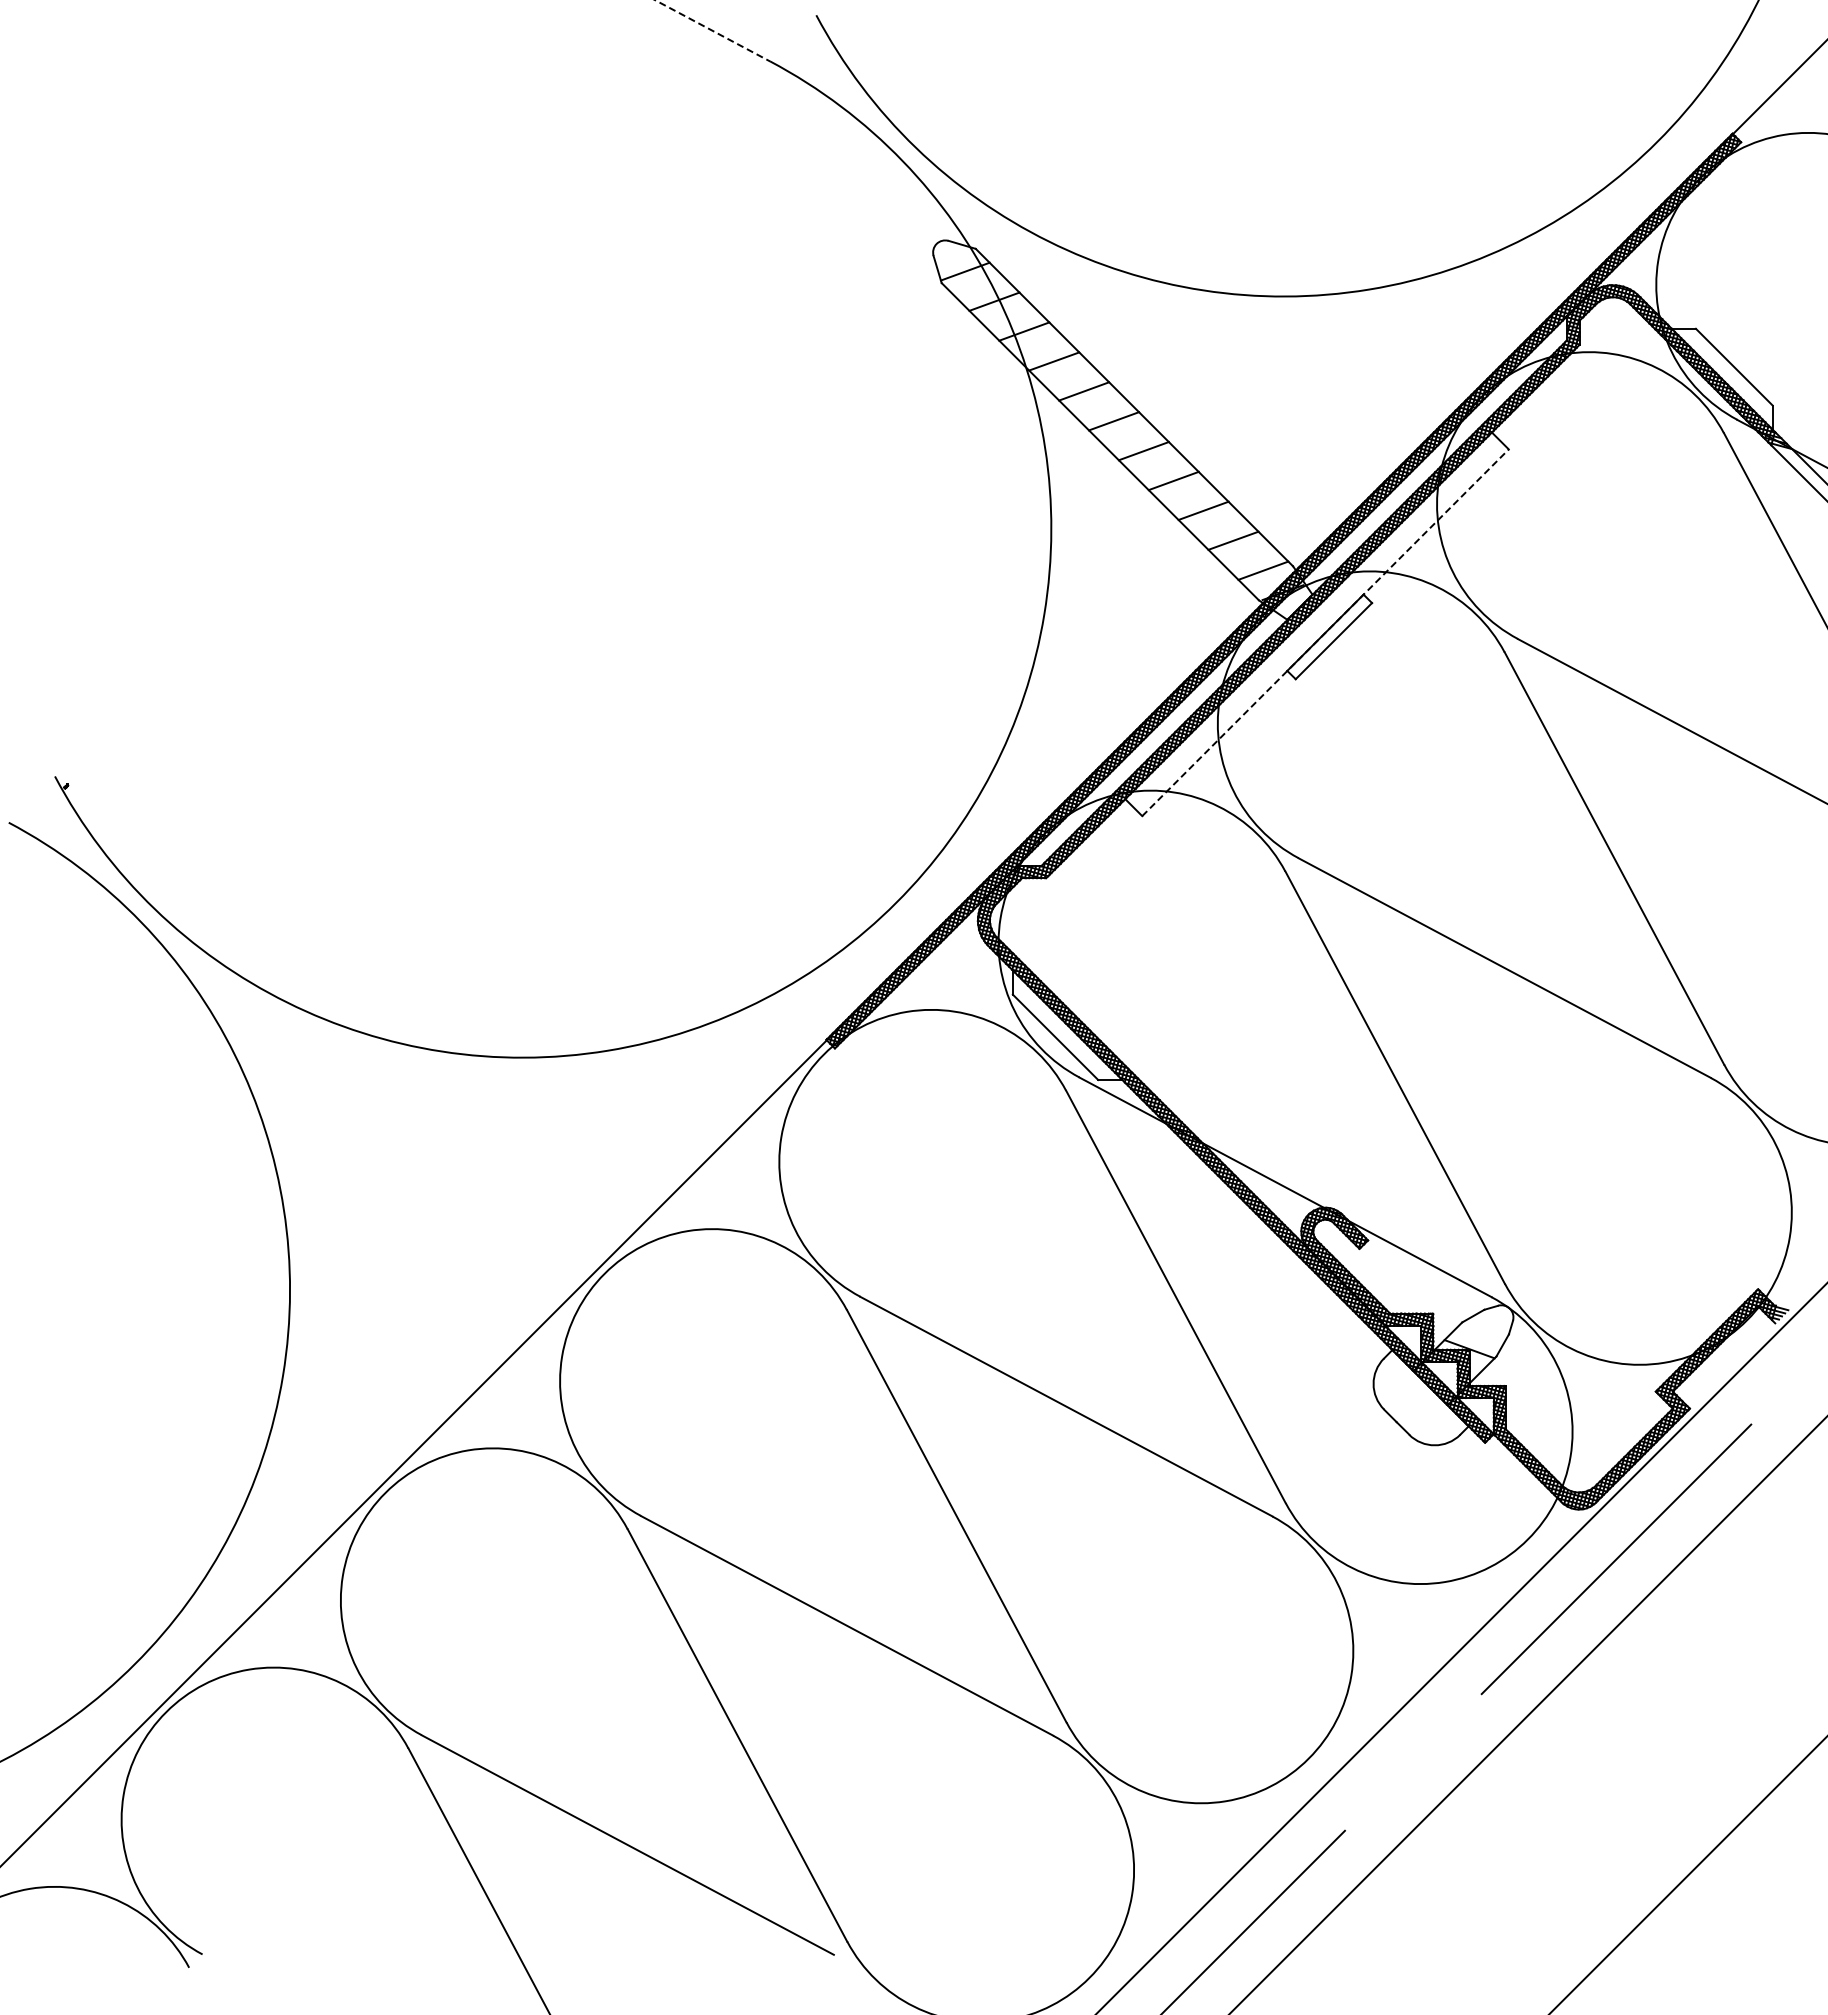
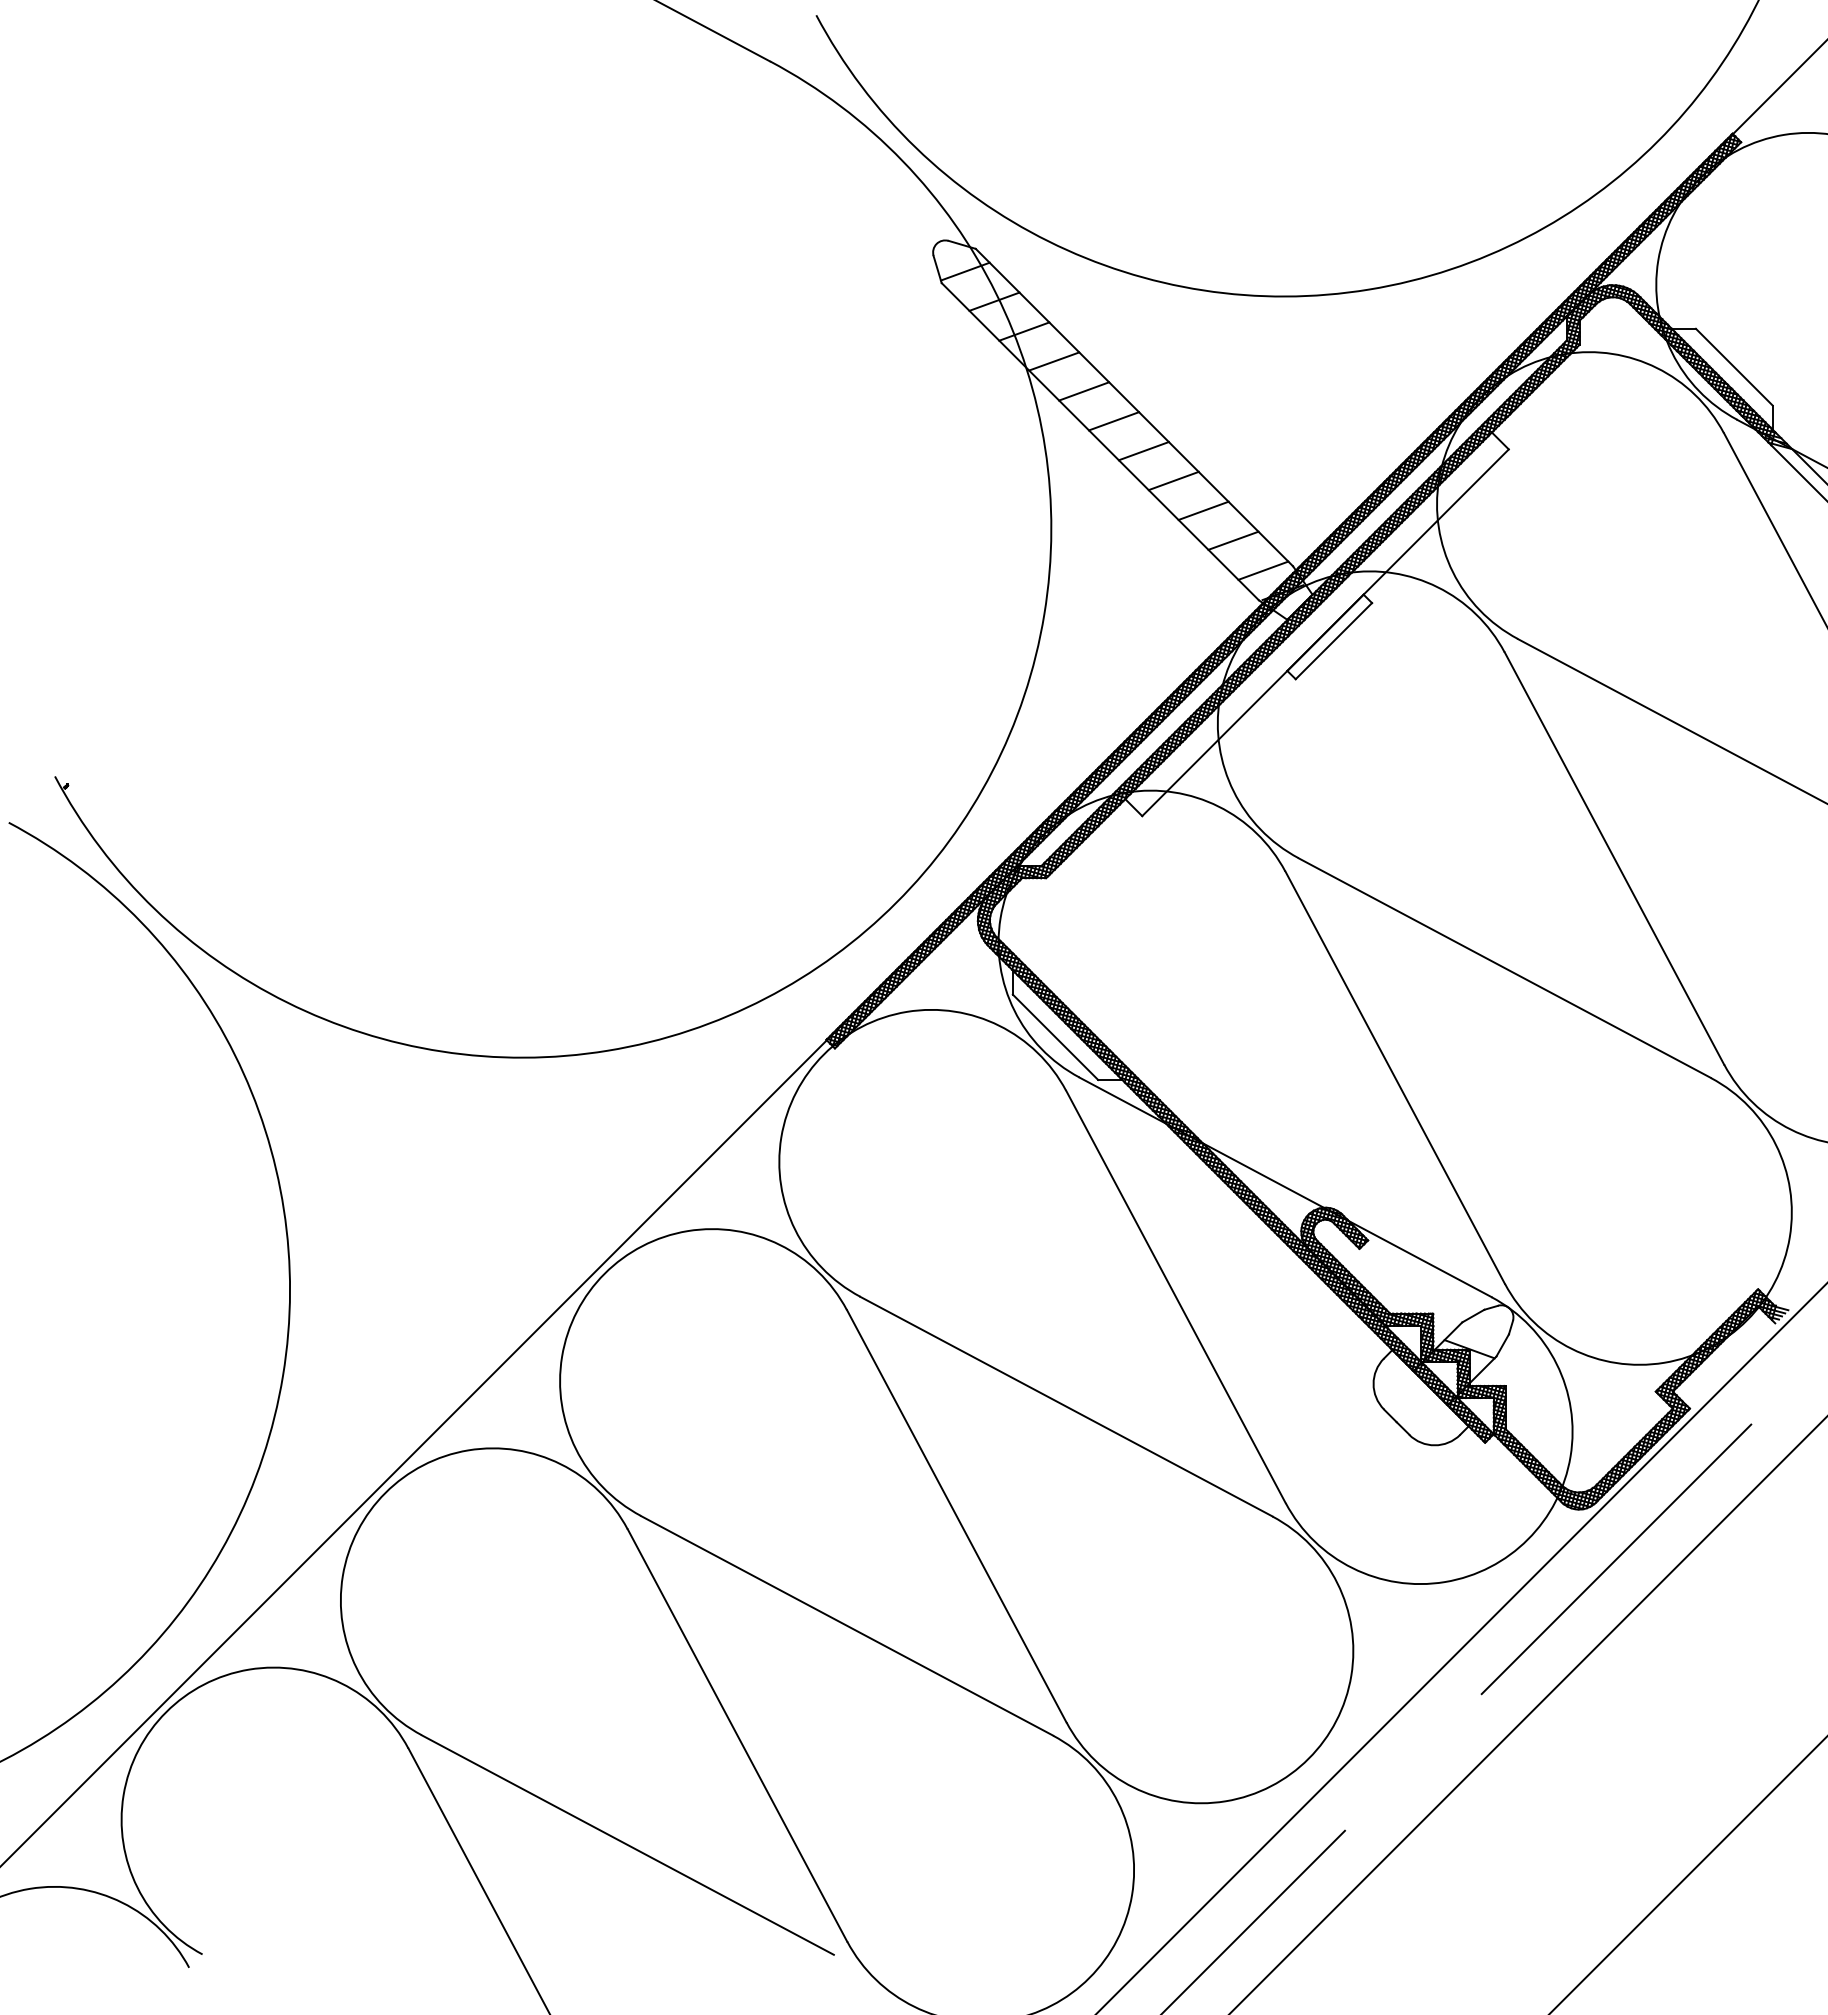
line at (712, 30): dashed -> solid
line at (1325, 632): dashed -> solid
